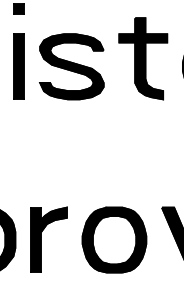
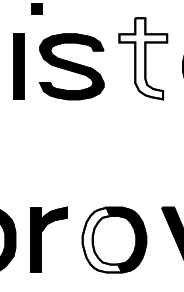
part at (18, 8) position: (18, 8) -> (36, 8)
fill at (143, 58): present -> none
fill at (102, 239): present -> none
